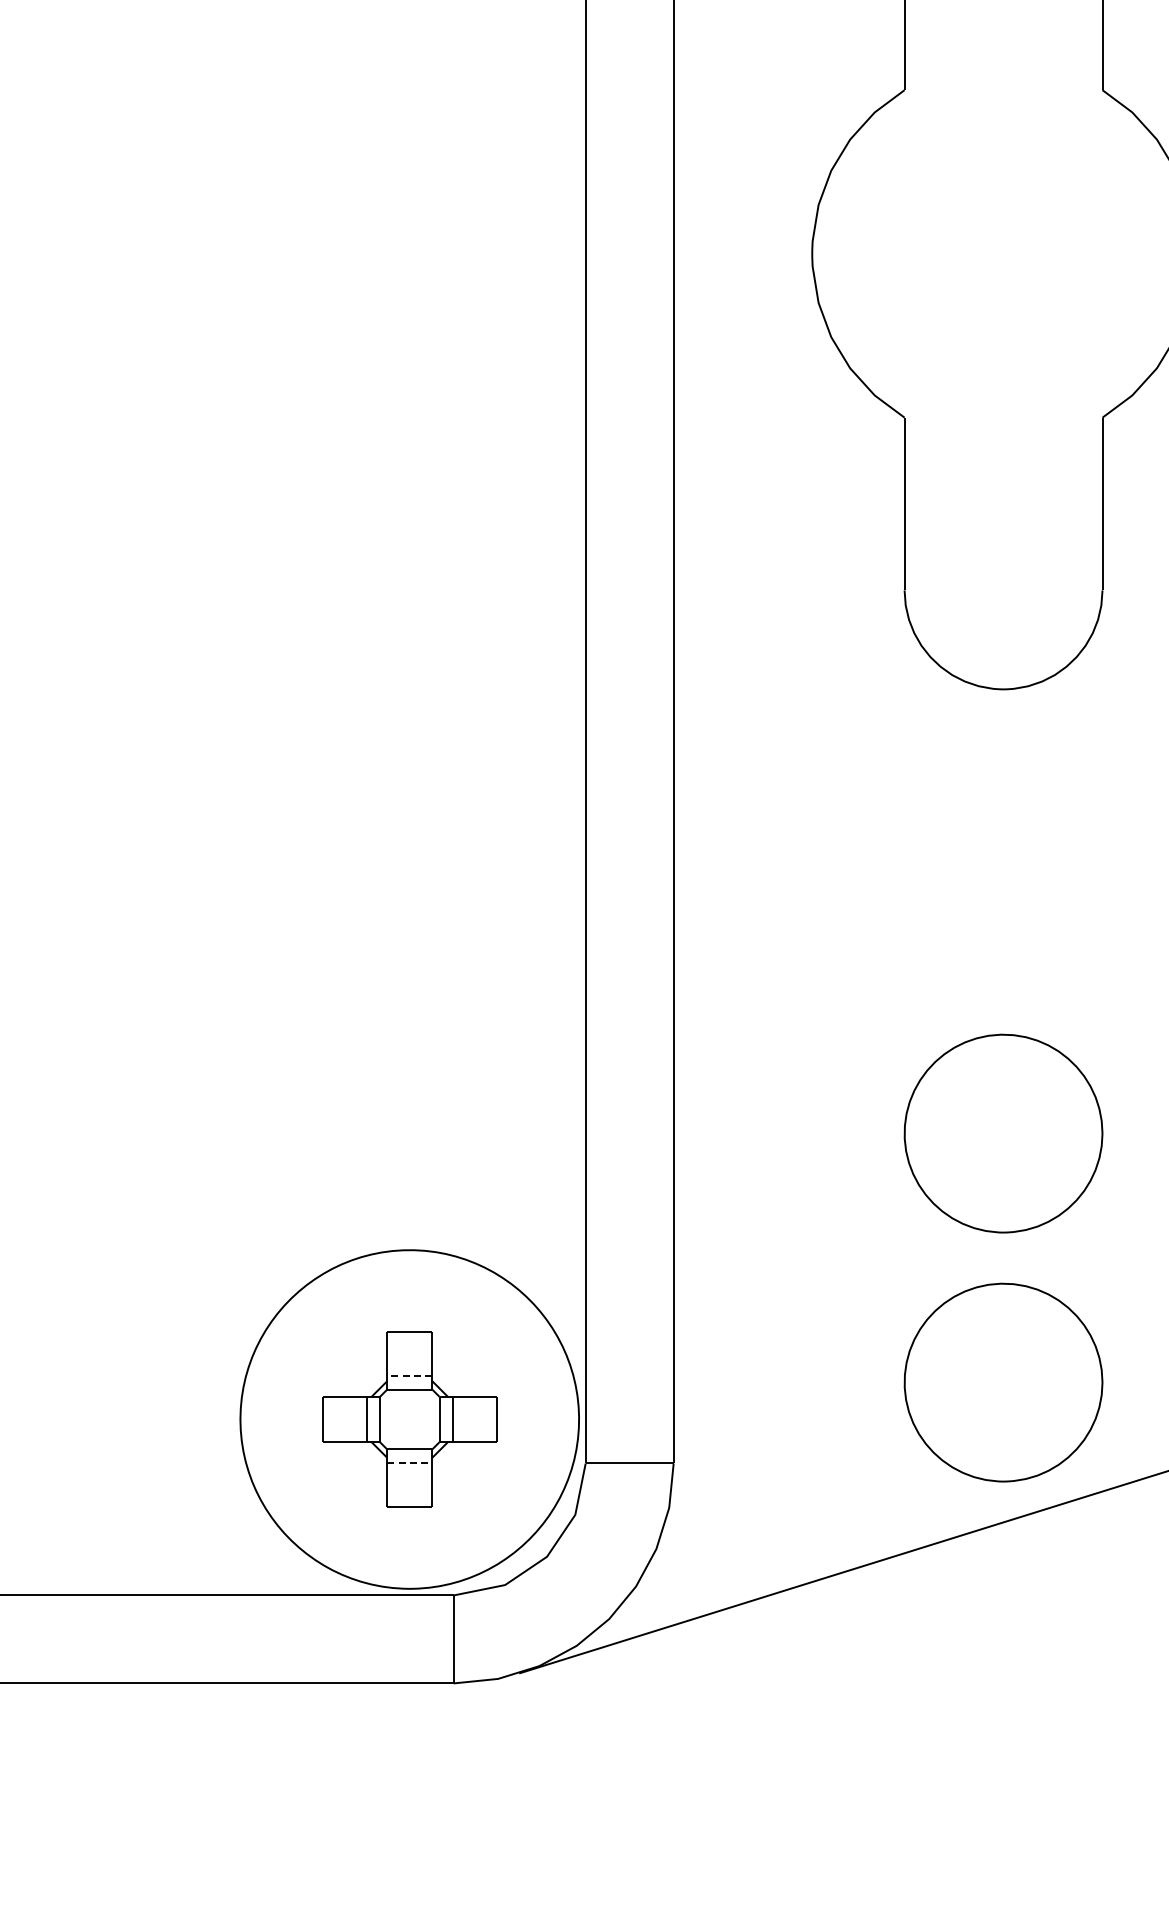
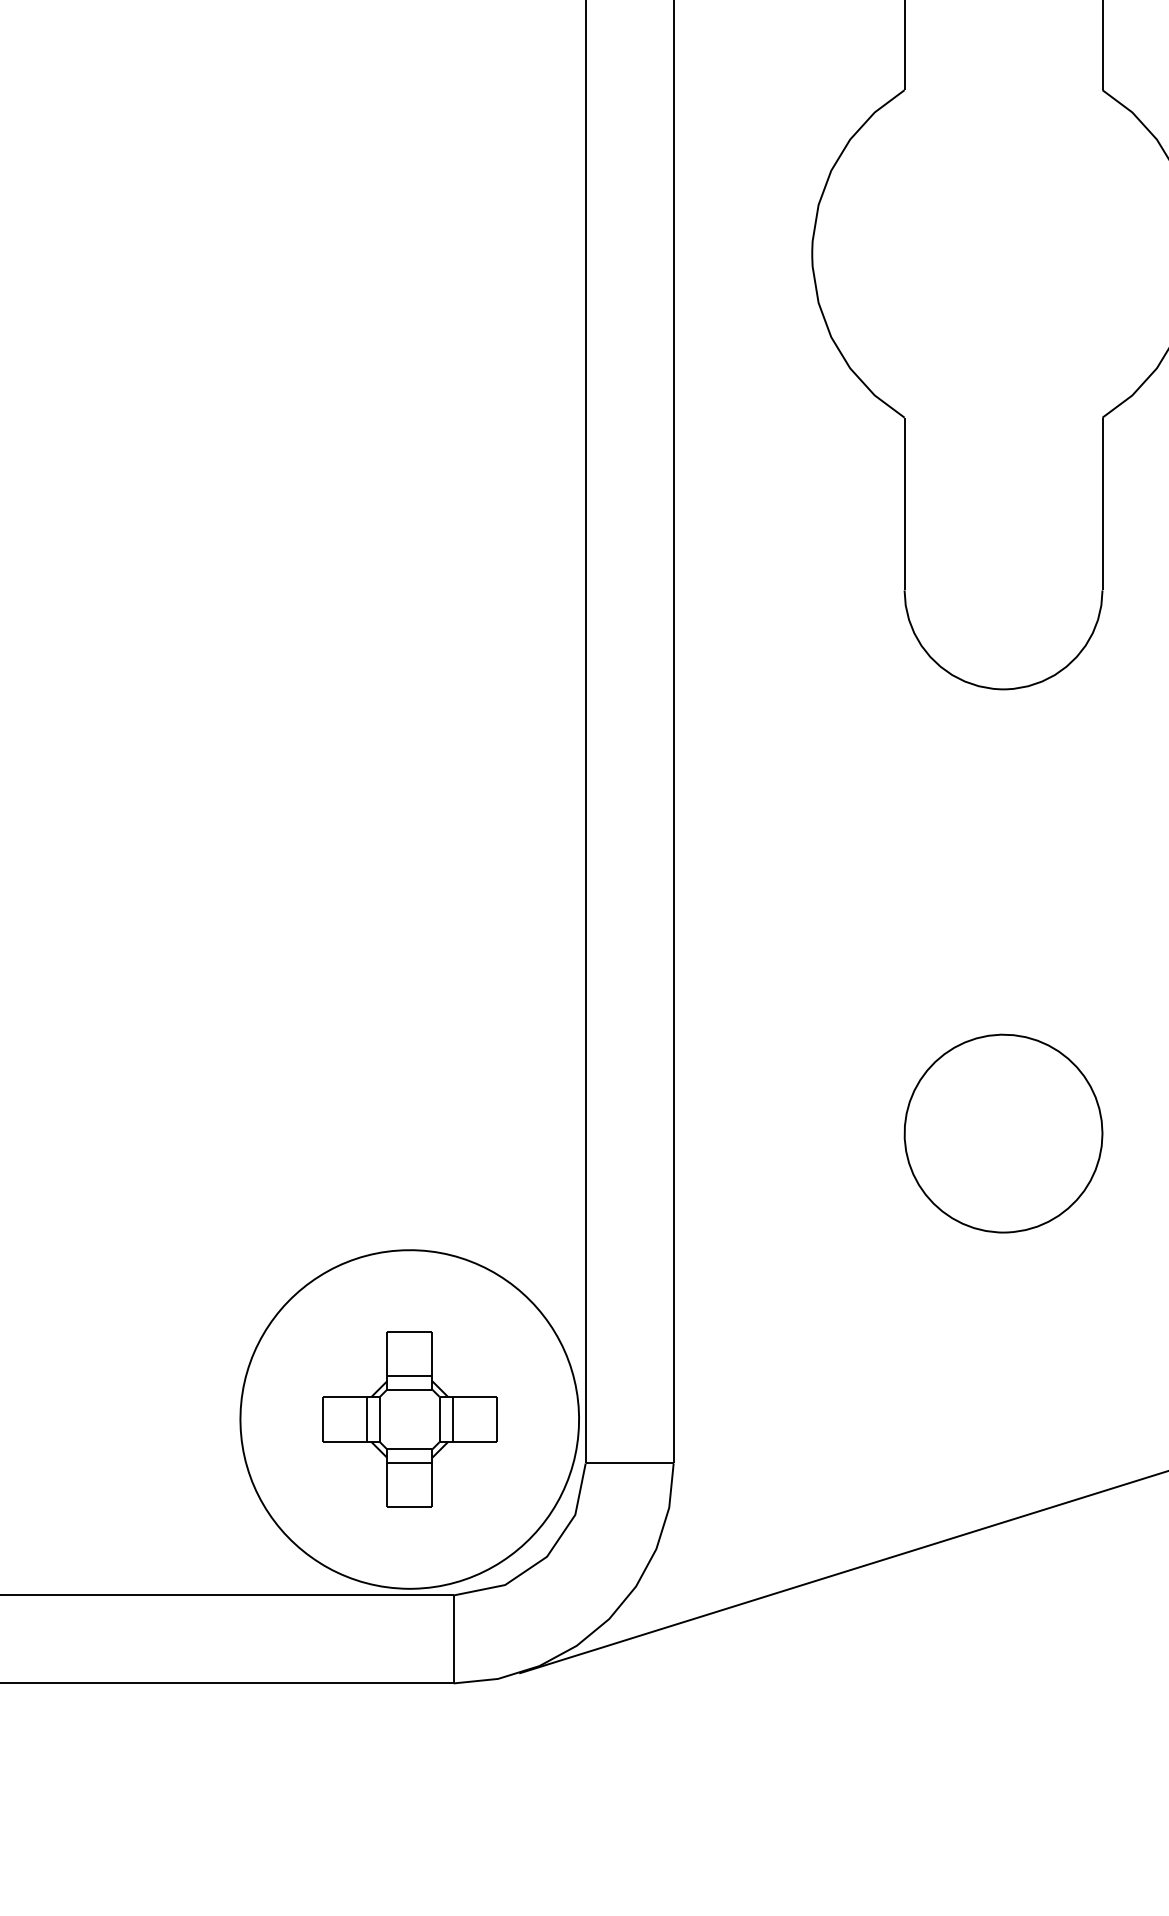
line at (409, 1376): dashed -> solid
part at (1003, 1382): present -> none
line at (409, 1462): dashed -> solid
